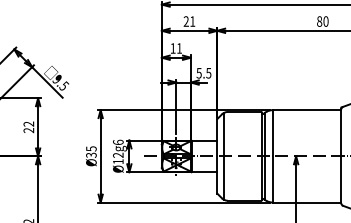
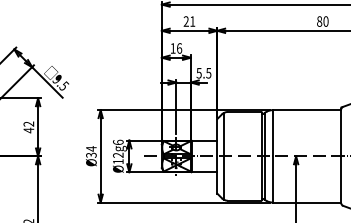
text at (179, 48): 11 -> 16
text at (28, 130): 22 -> 42
text at (91, 148): Ø35 -> Ø34
